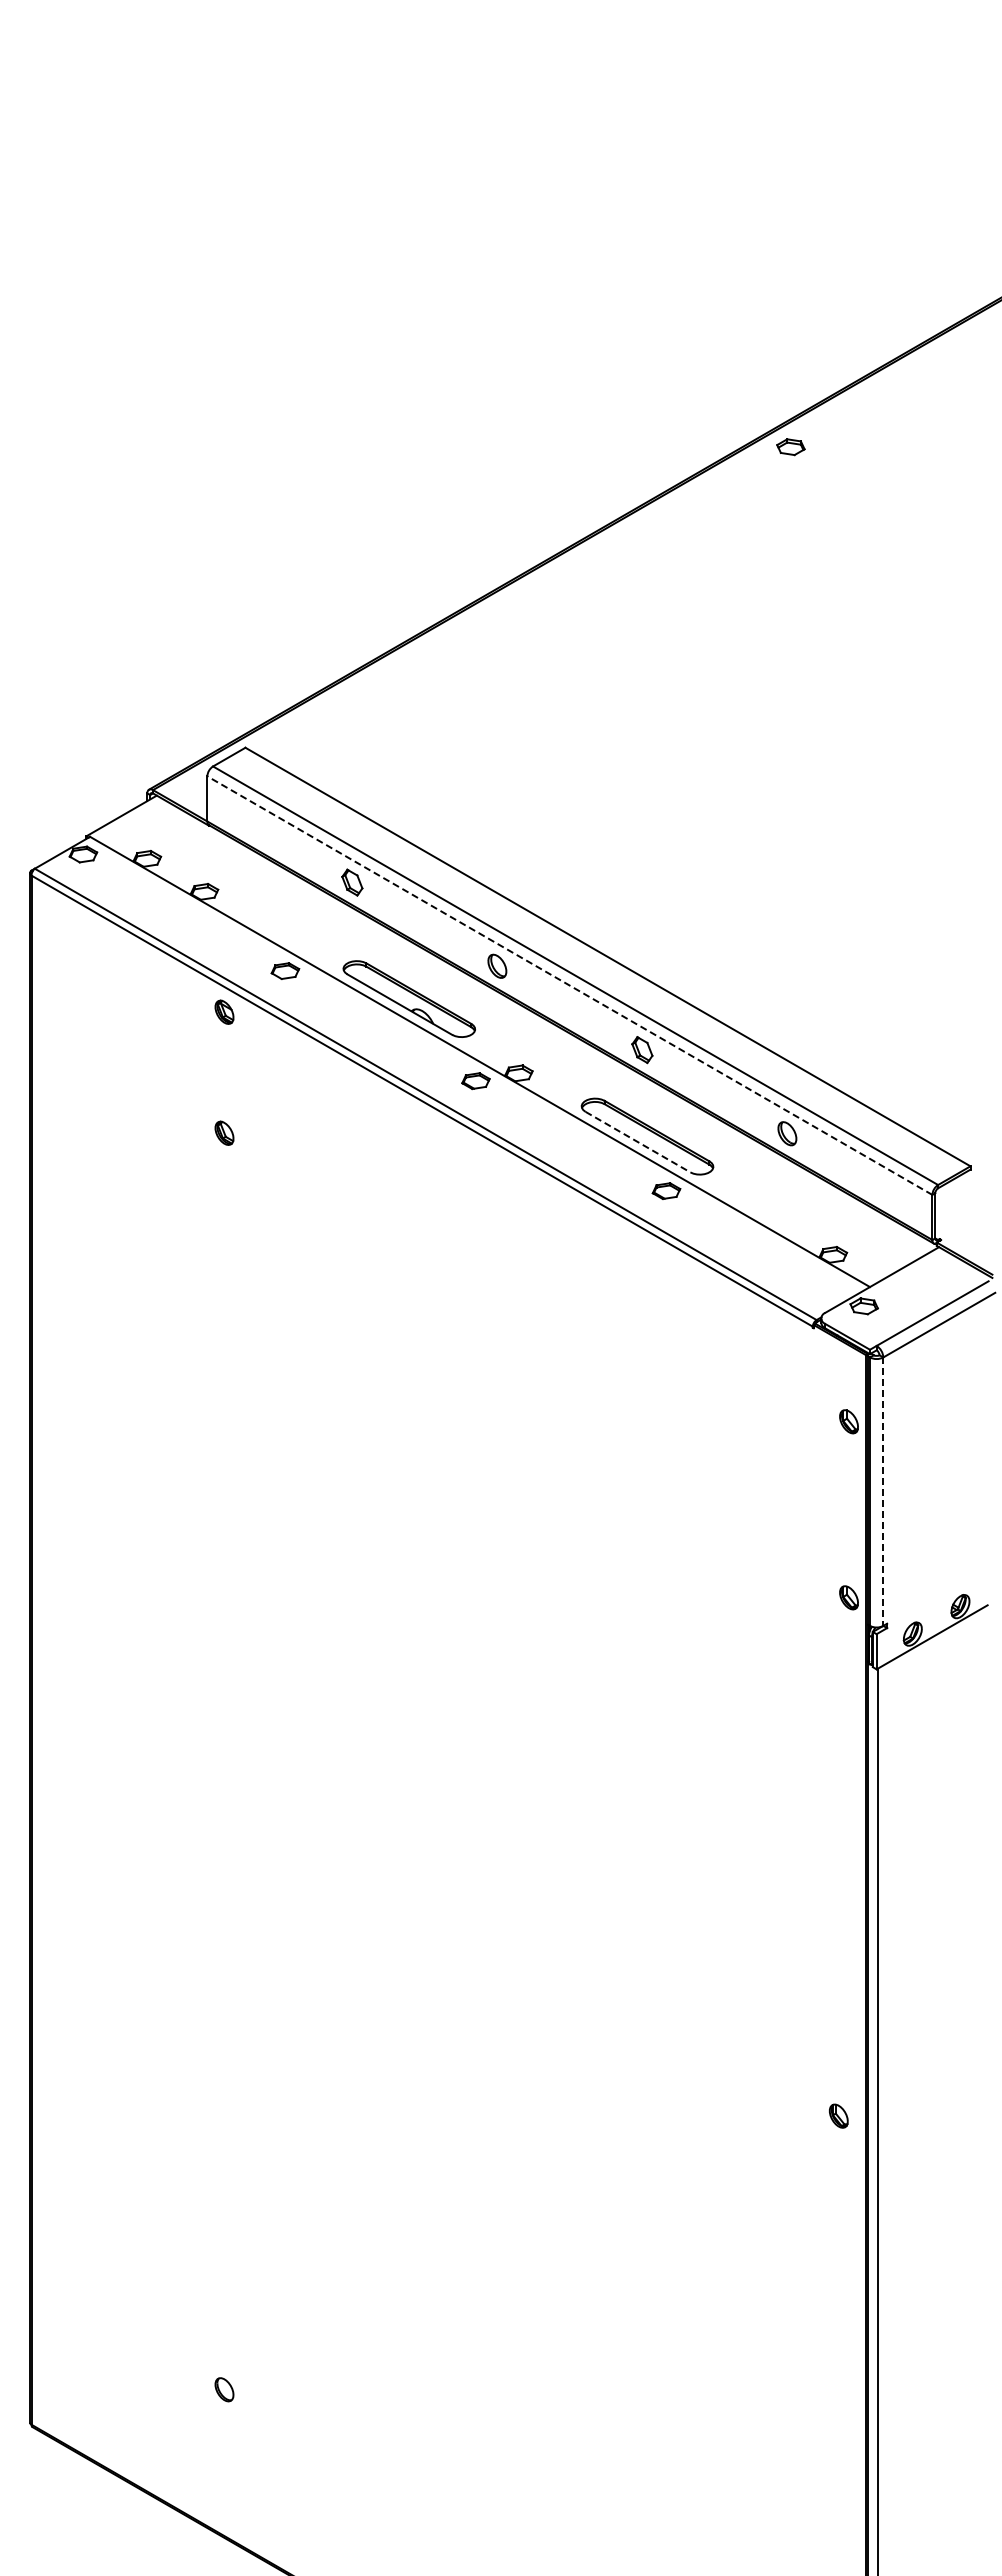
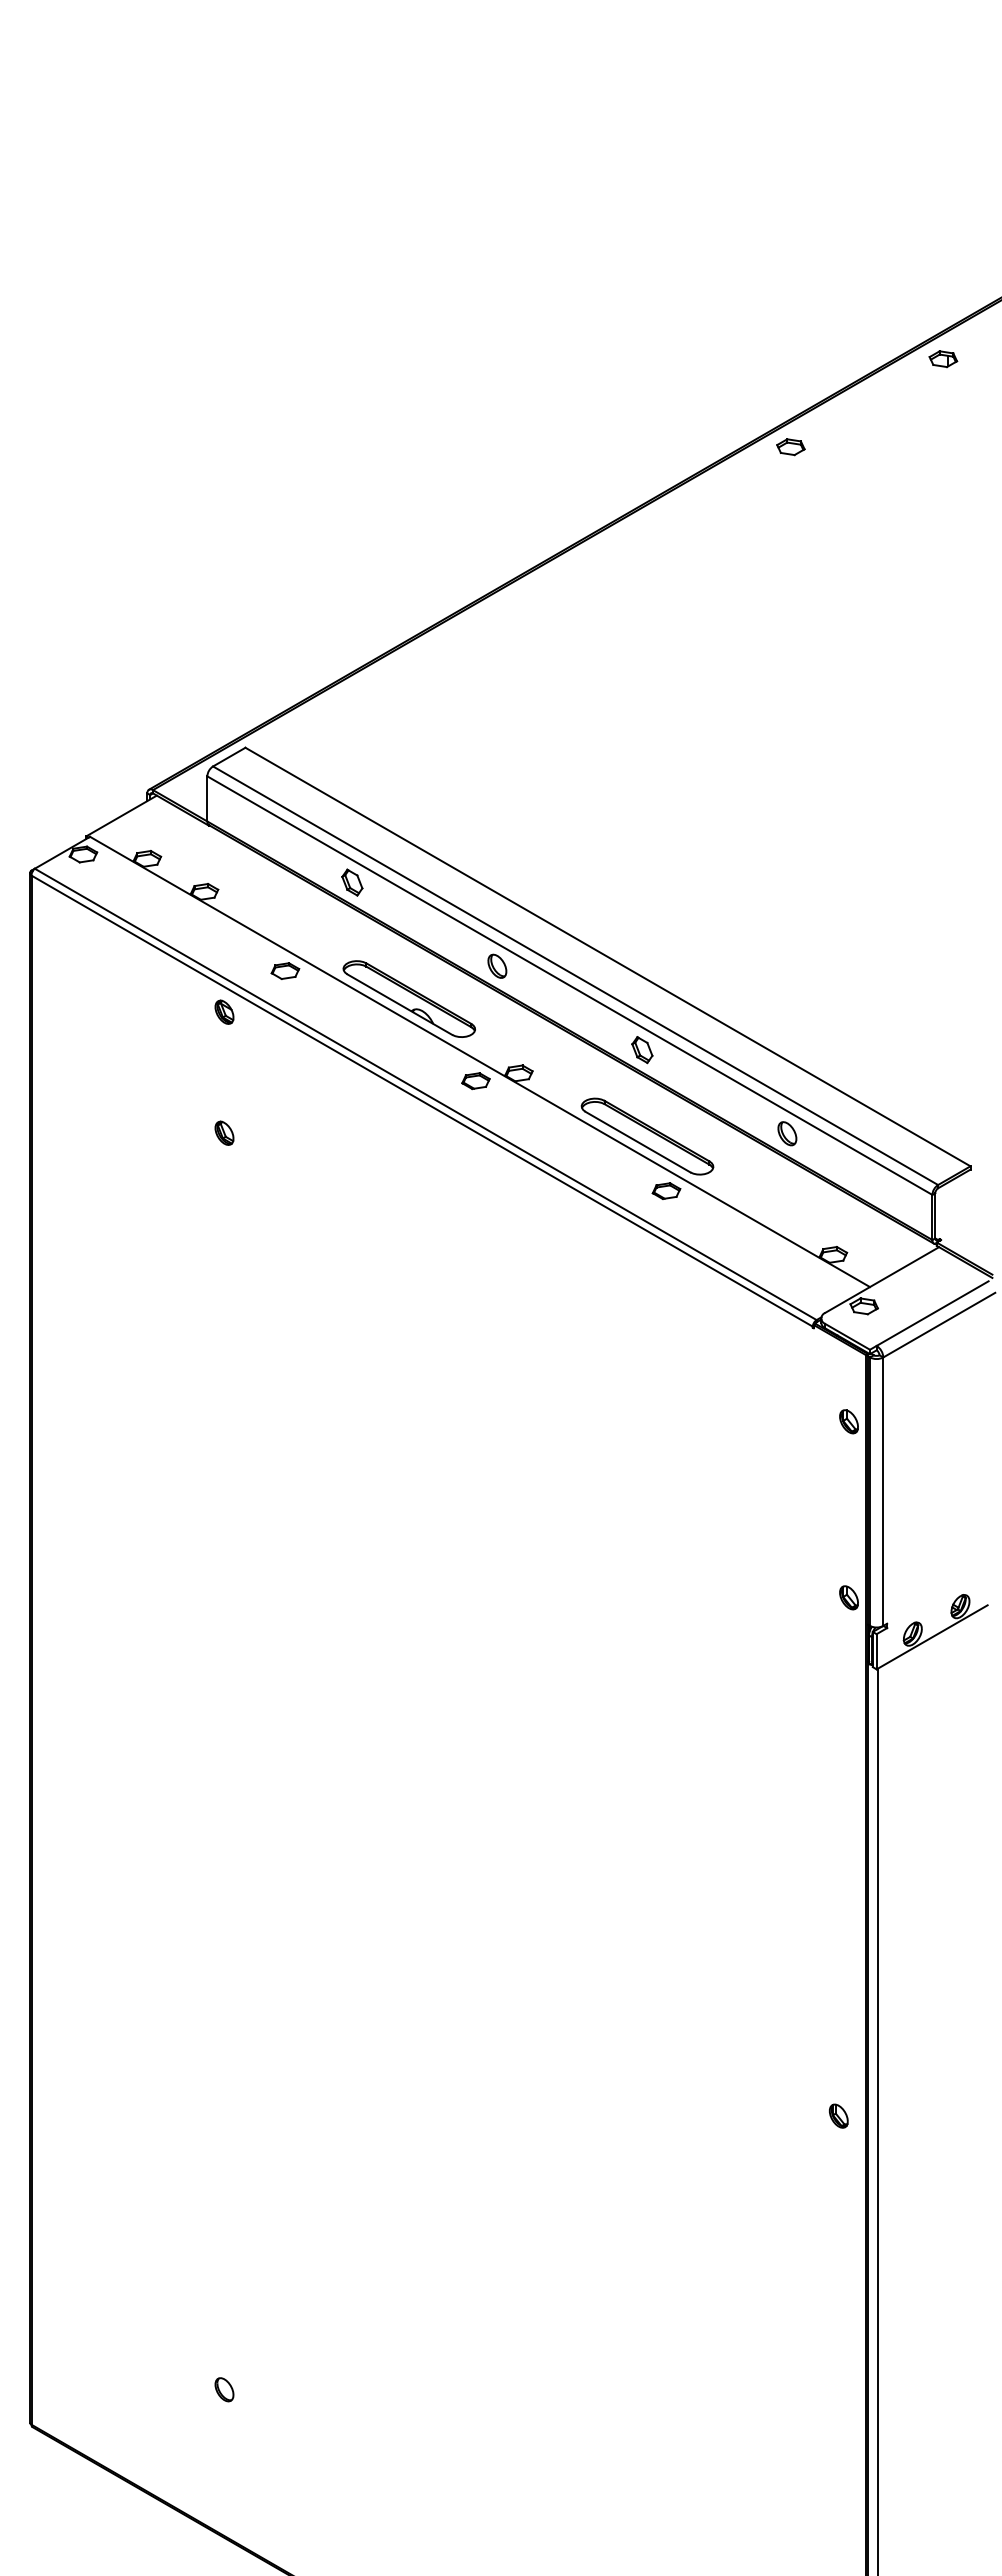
part at (943, 359): none -> present
line at (569, 985): dashed -> solid
line at (638, 1142): dashed -> solid
line at (883, 1492): dashed -> solid
